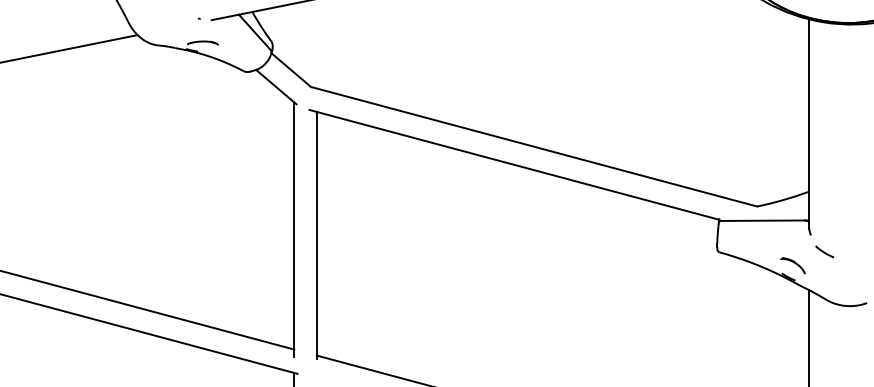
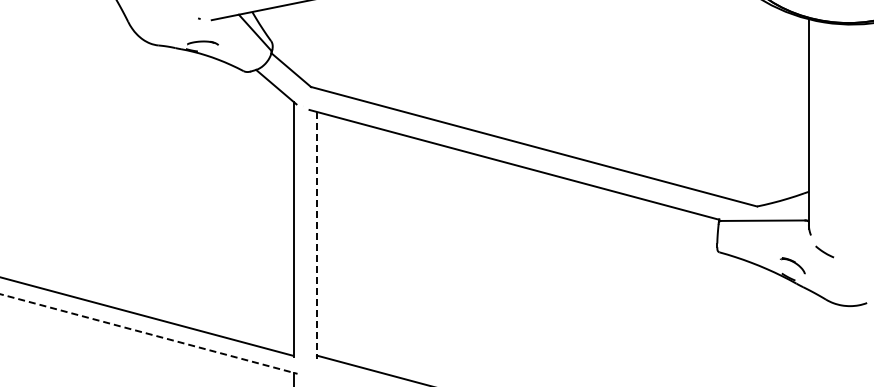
line at (69, 48): present -> none
line at (316, 235): solid -> dashed
line at (148, 310) position: (148, 310) -> (147, 316)
line at (149, 334): solid -> dashed
line at (809, 336): present -> none
